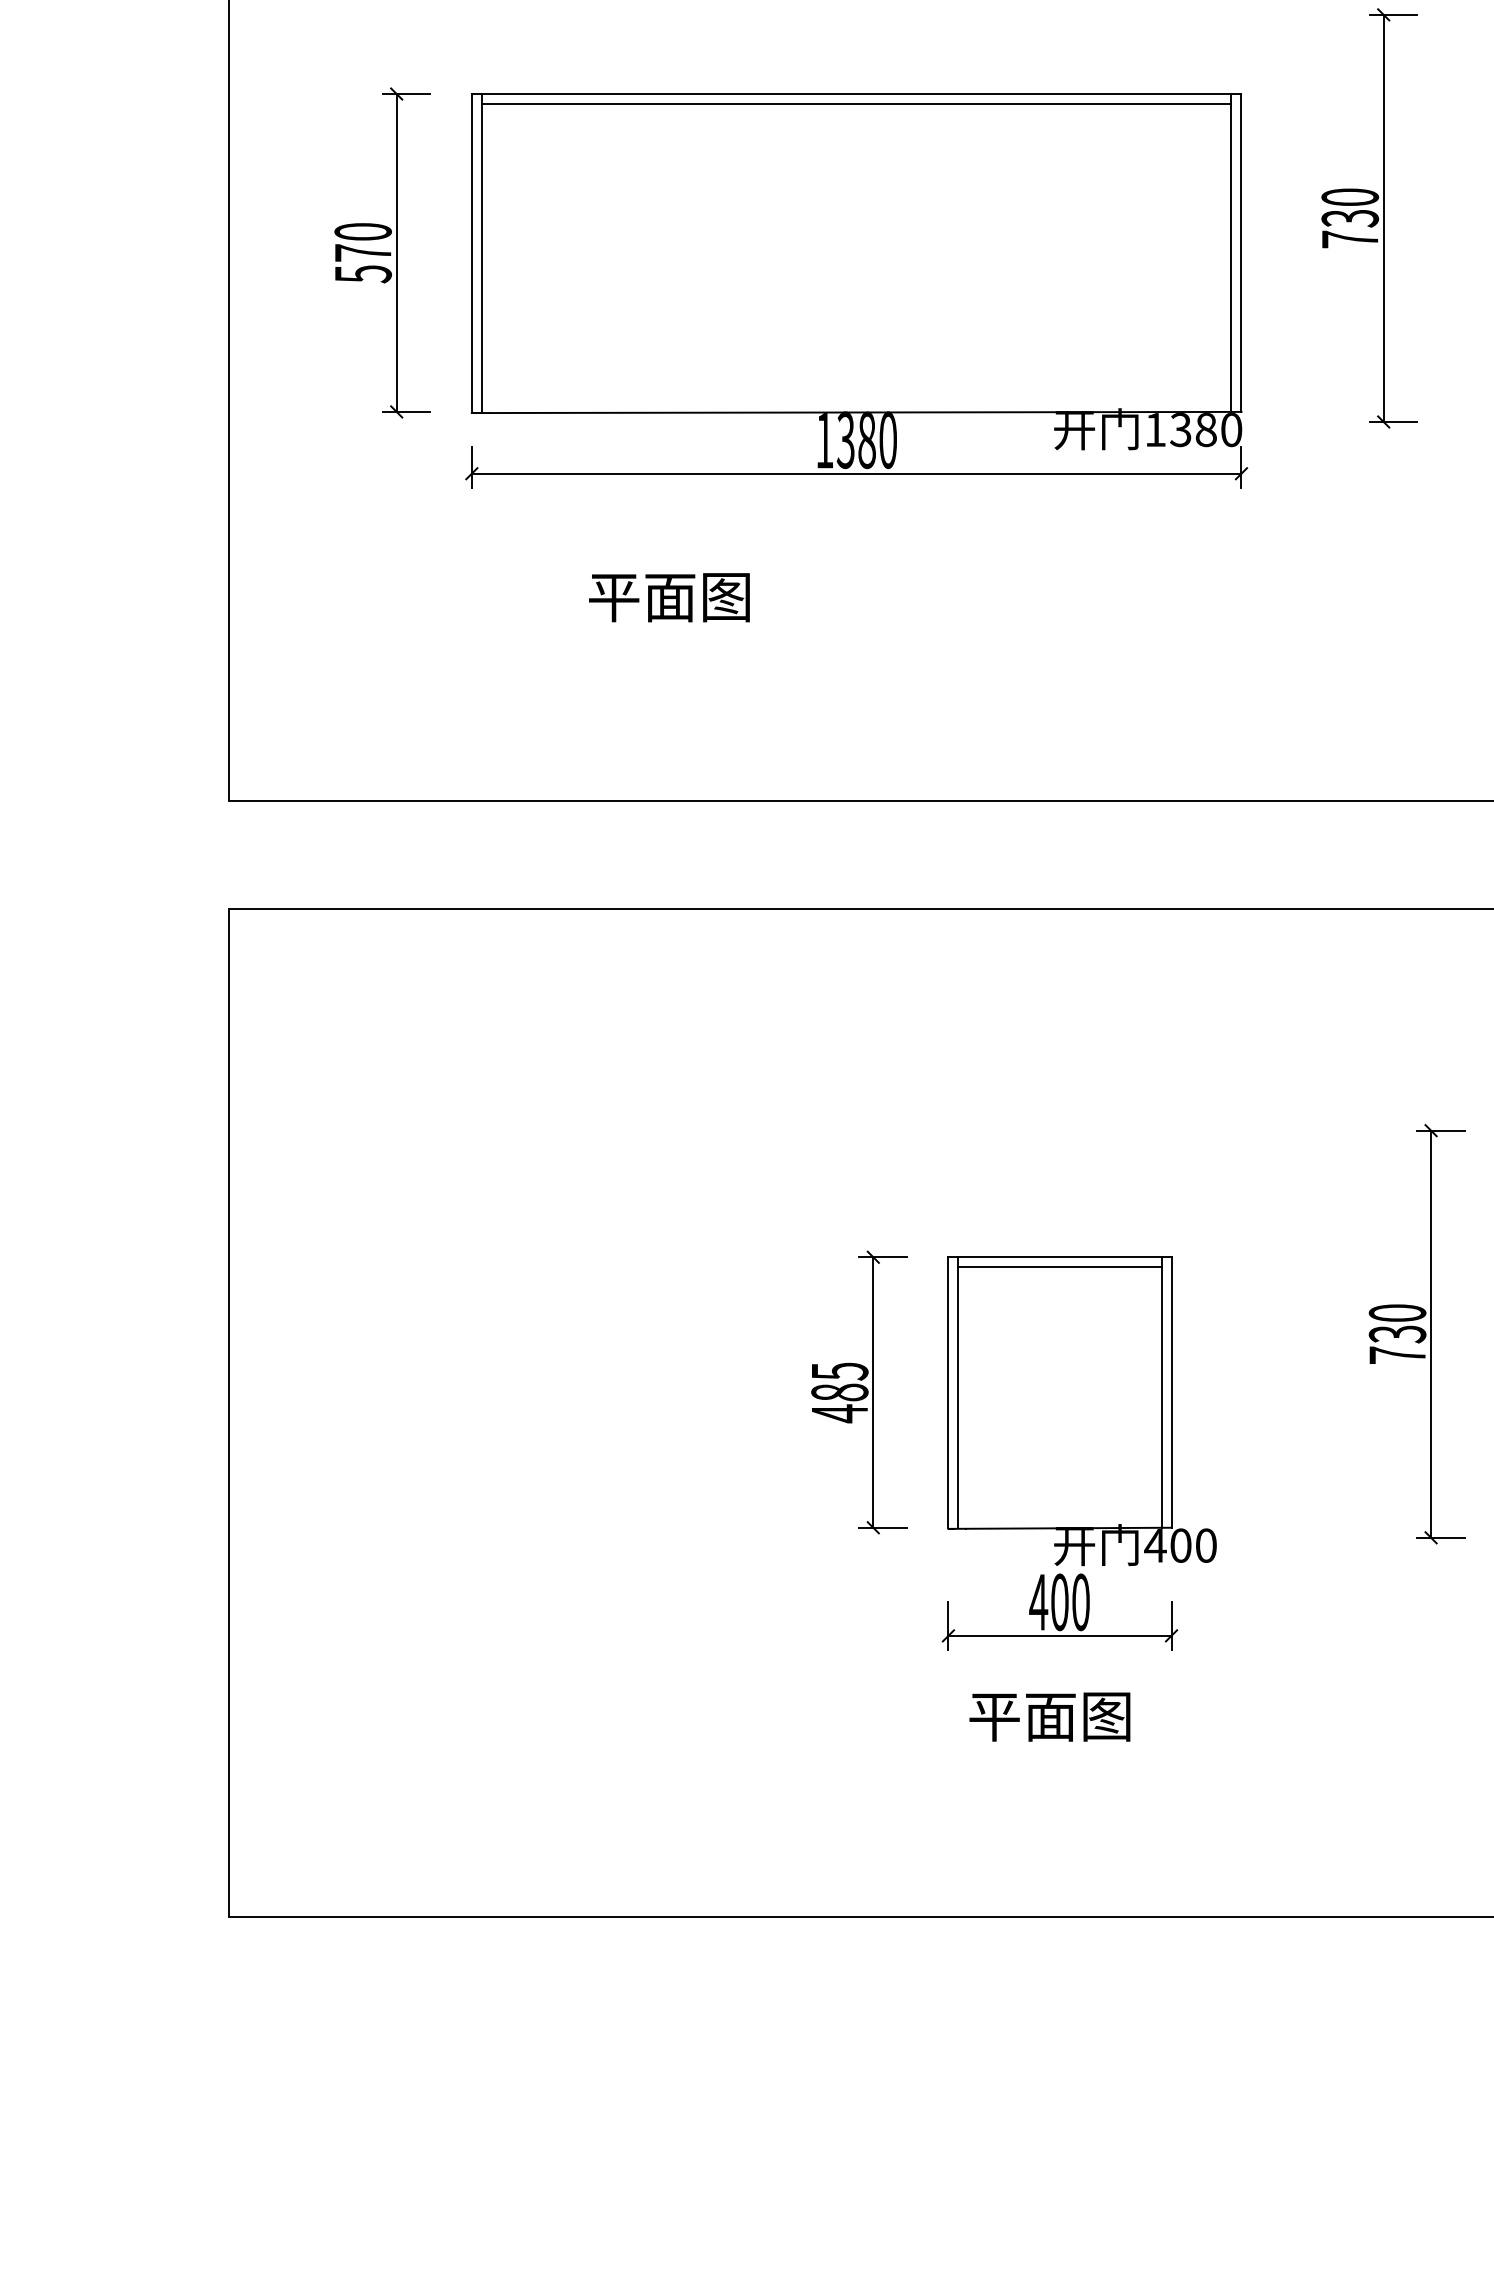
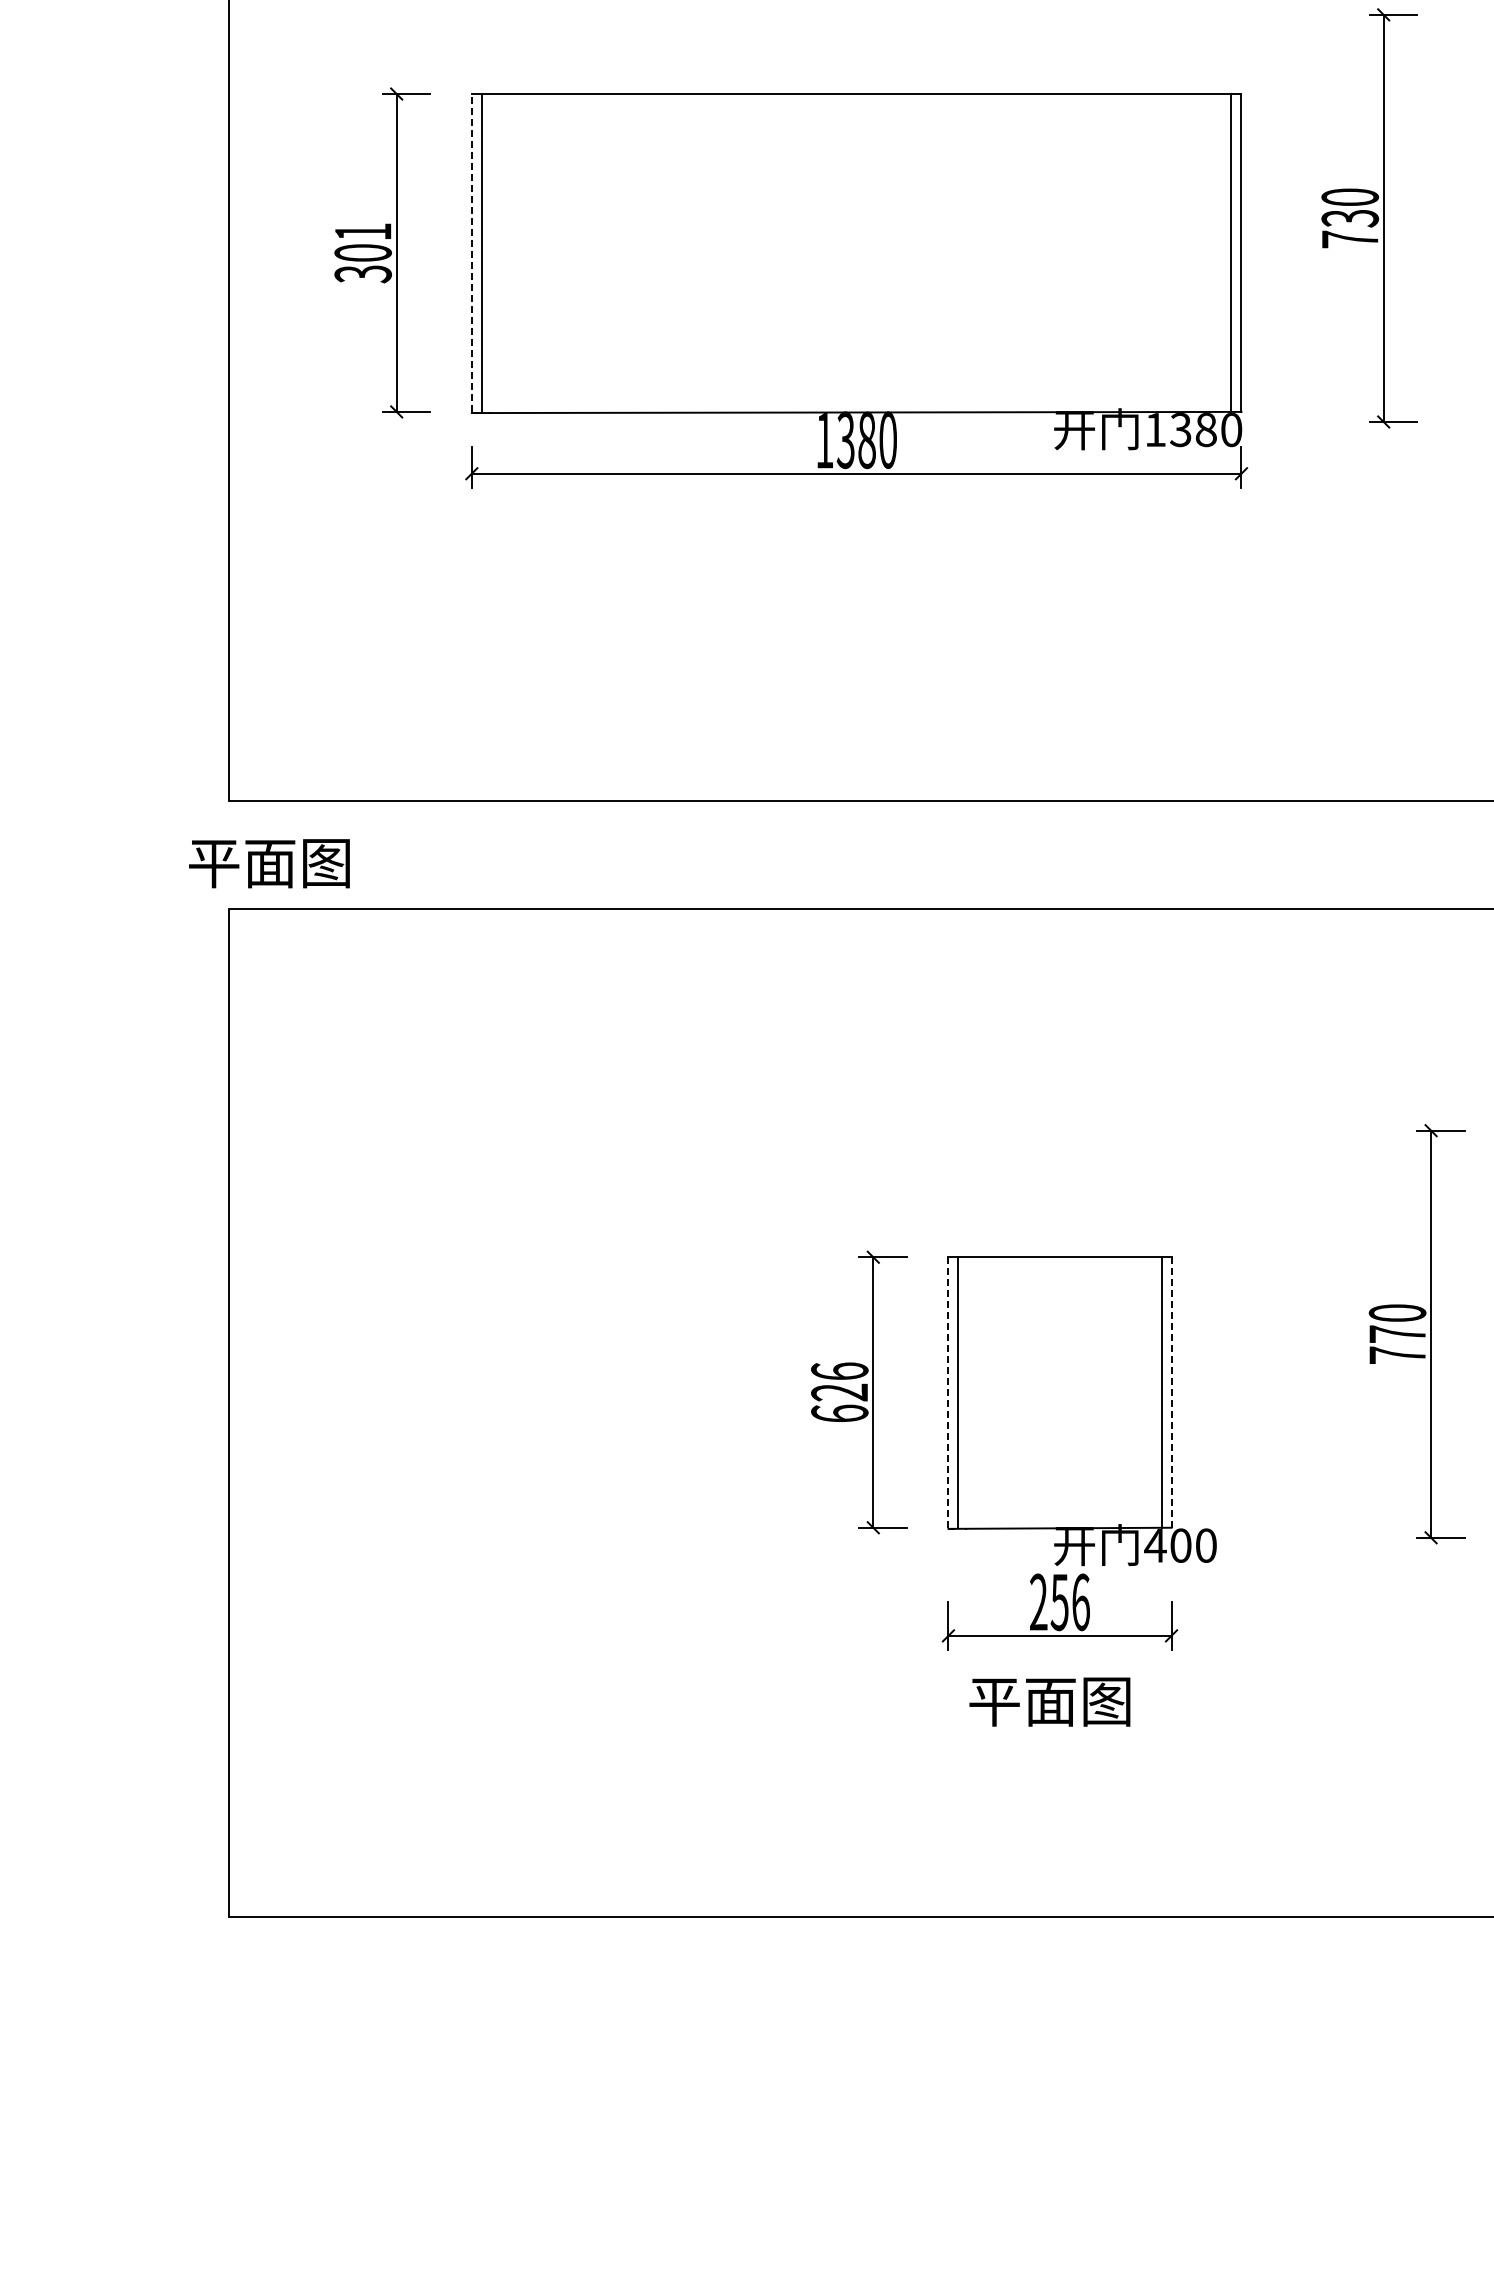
line at (856, 104): present -> none
line at (471, 252): solid -> dashed
text at (362, 253): 570 -> 301
text at (669, 597) position: (669, 597) -> (269, 863)
line at (1059, 1267): present -> none
text at (1397, 1334): 730 -> 770
text at (839, 1392): 485 -> 626
line at (948, 1392): solid -> dashed
line at (1171, 1392): solid -> dashed
text at (1059, 1602): 400 -> 256
text at (1049, 1716) position: (1049, 1716) -> (1049, 1701)
